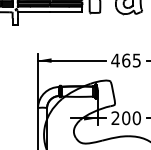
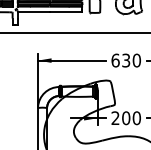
line at (74, 32): none -> present
text at (125, 60): 465 -> 630
